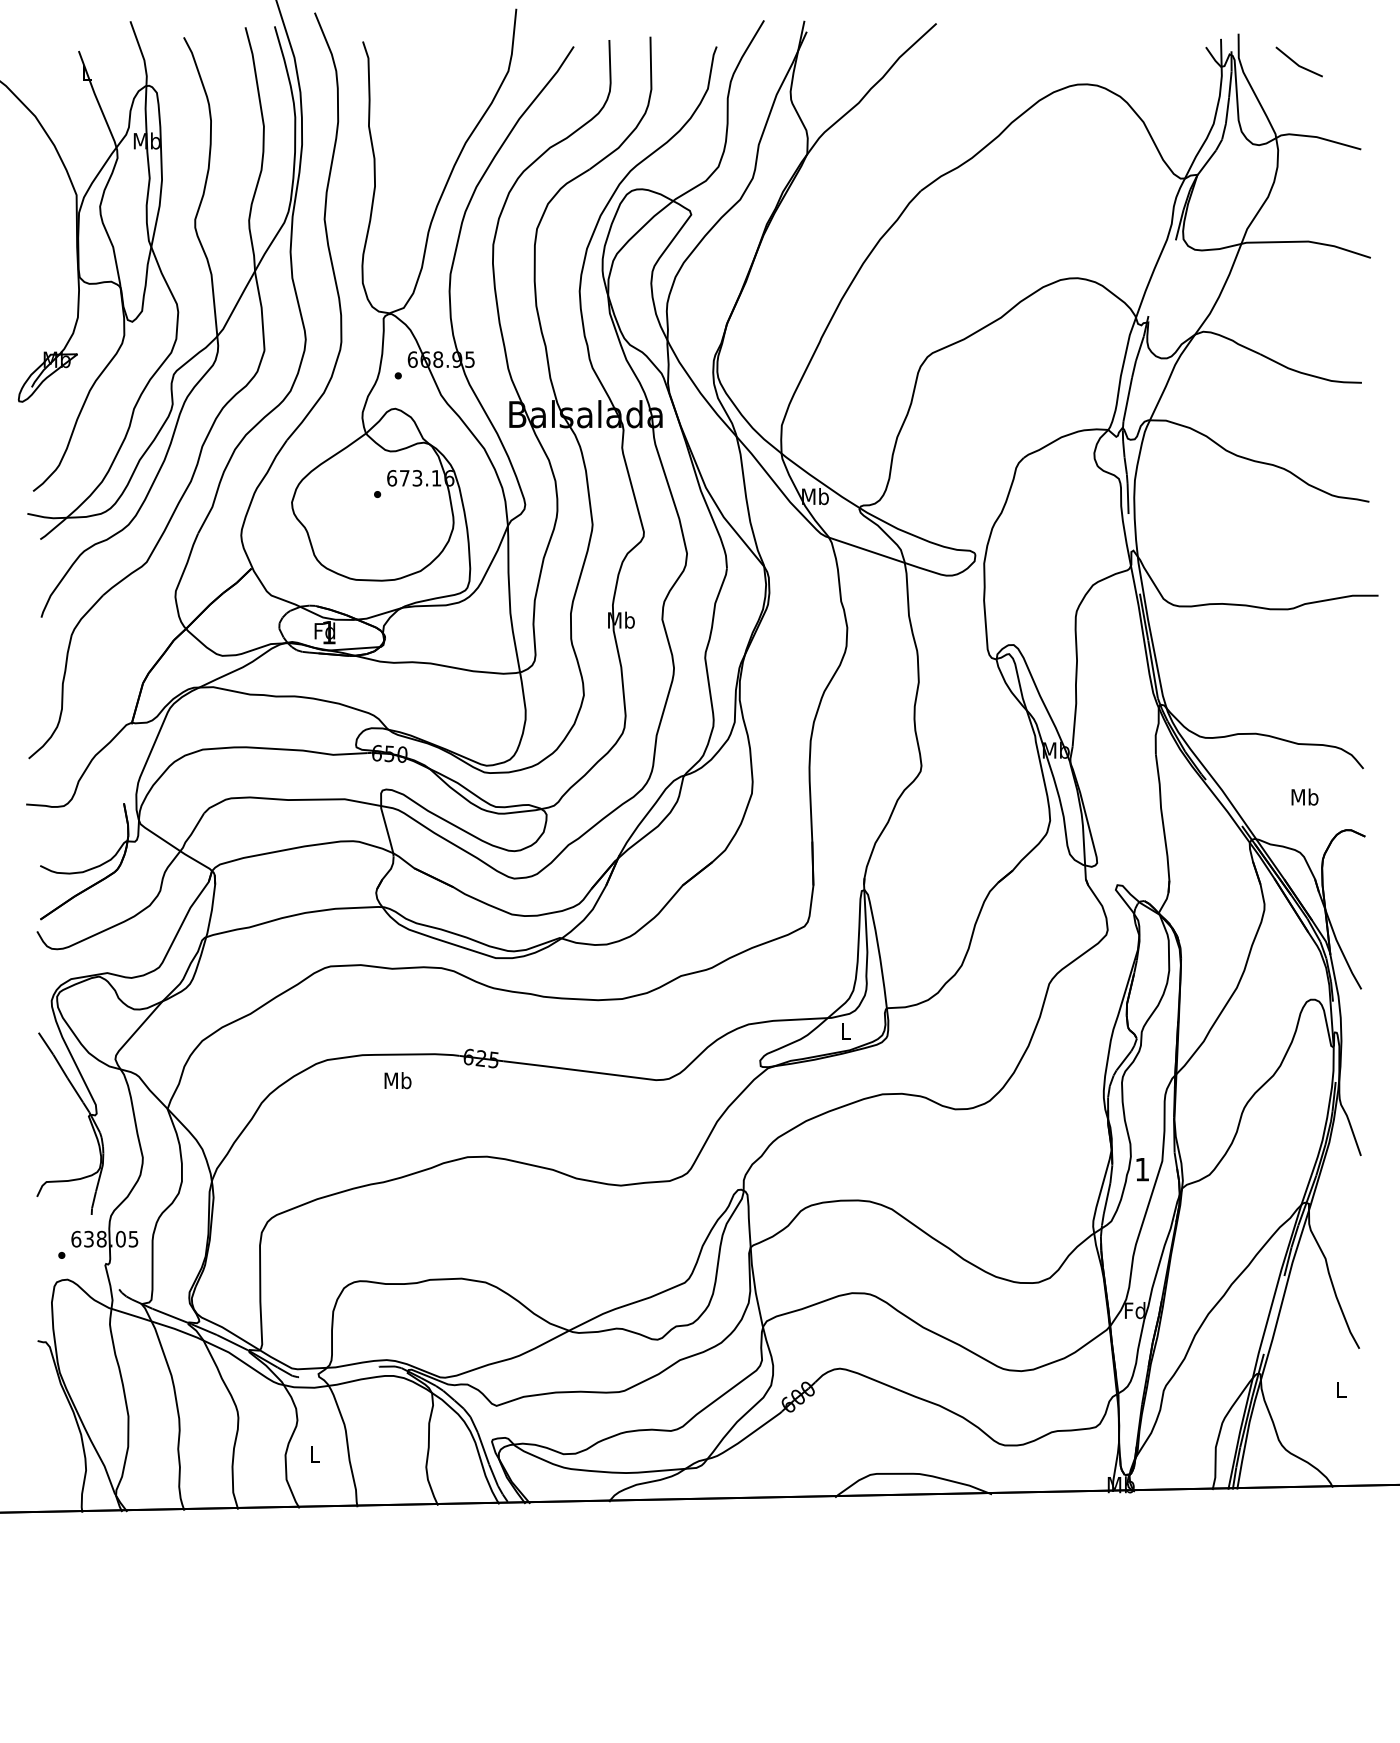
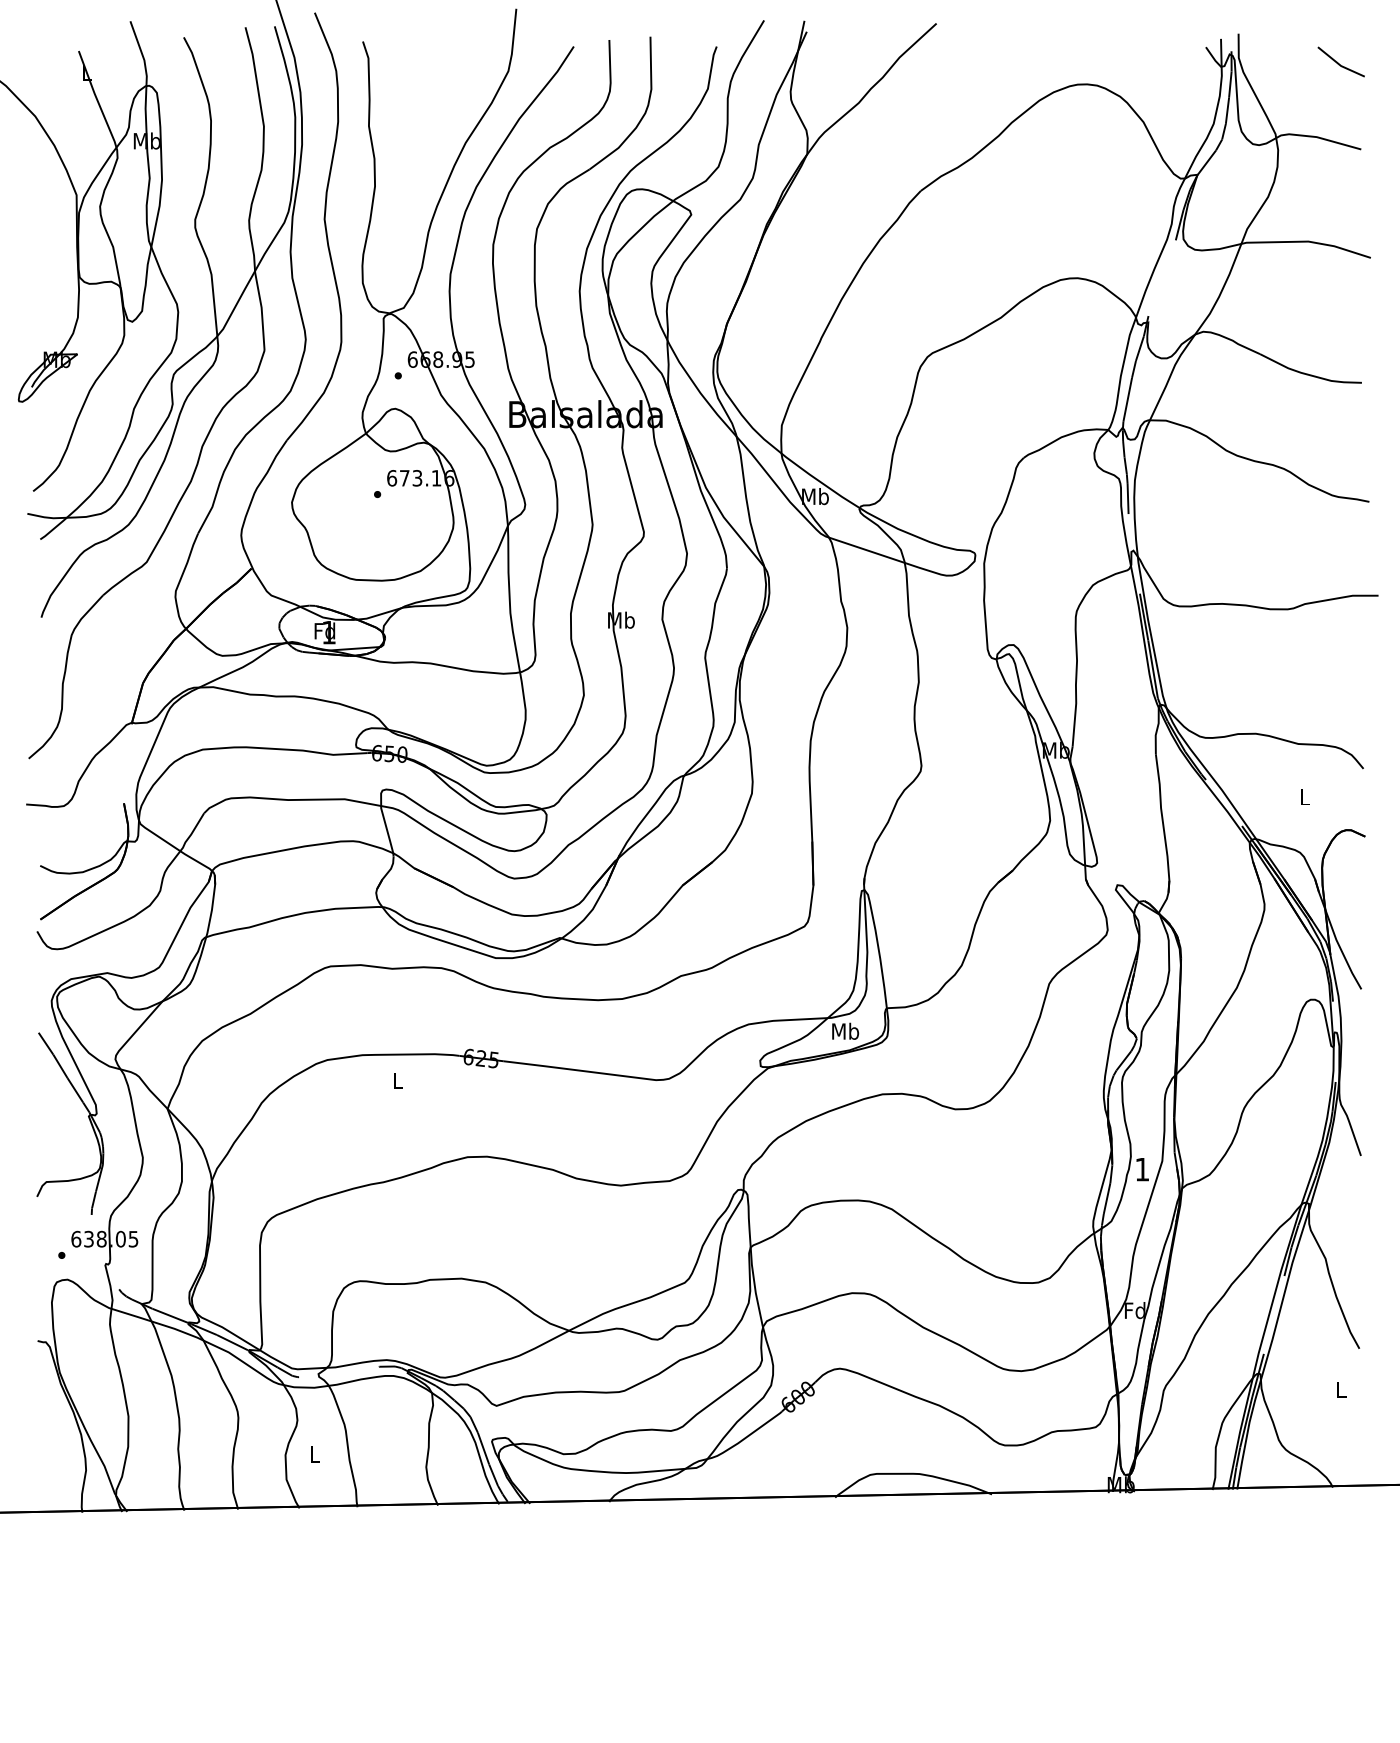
line at (1296, 62) position: (1296, 62) -> (1338, 62)
text at (1304, 796): Mb -> L
text at (845, 1030): L -> Mb
text at (397, 1080): Mb -> L
